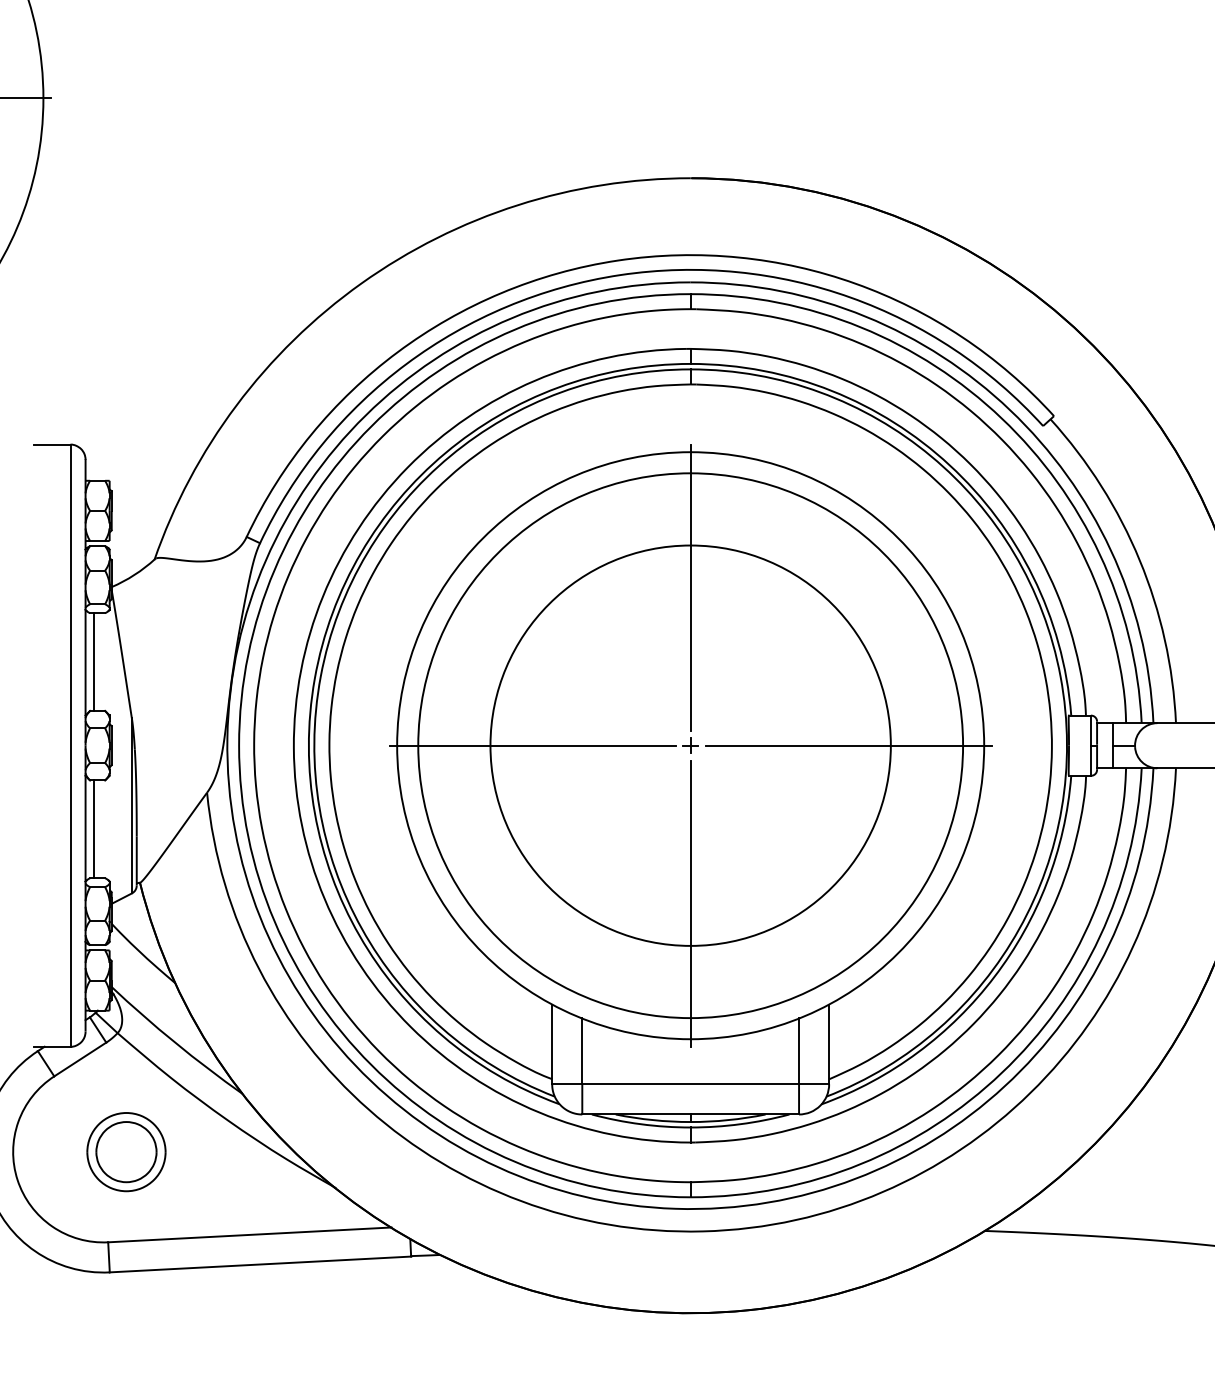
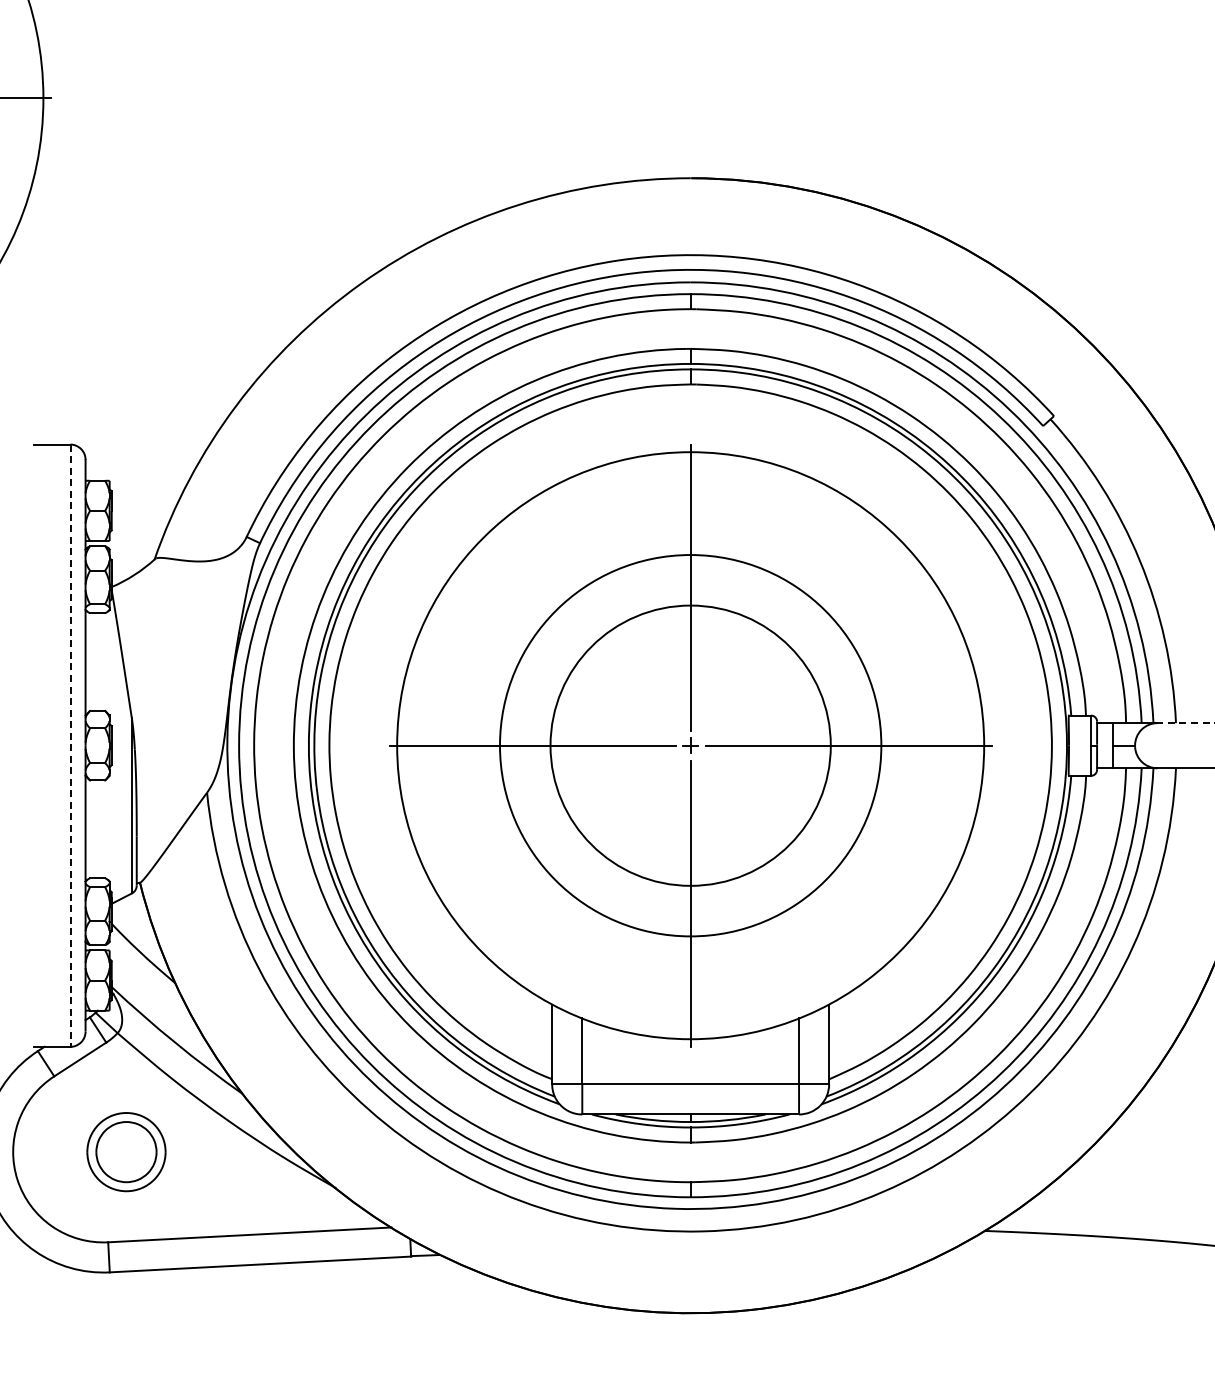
line at (93, 661): present -> none
line at (1185, 723): solid -> dashed
circle at (690, 745) diameter: 400 px -> 280 px
circle at (690, 745) diameter: 545 px -> 381 px
line at (70, 746): solid -> dashed
line at (93, 829): present -> none
